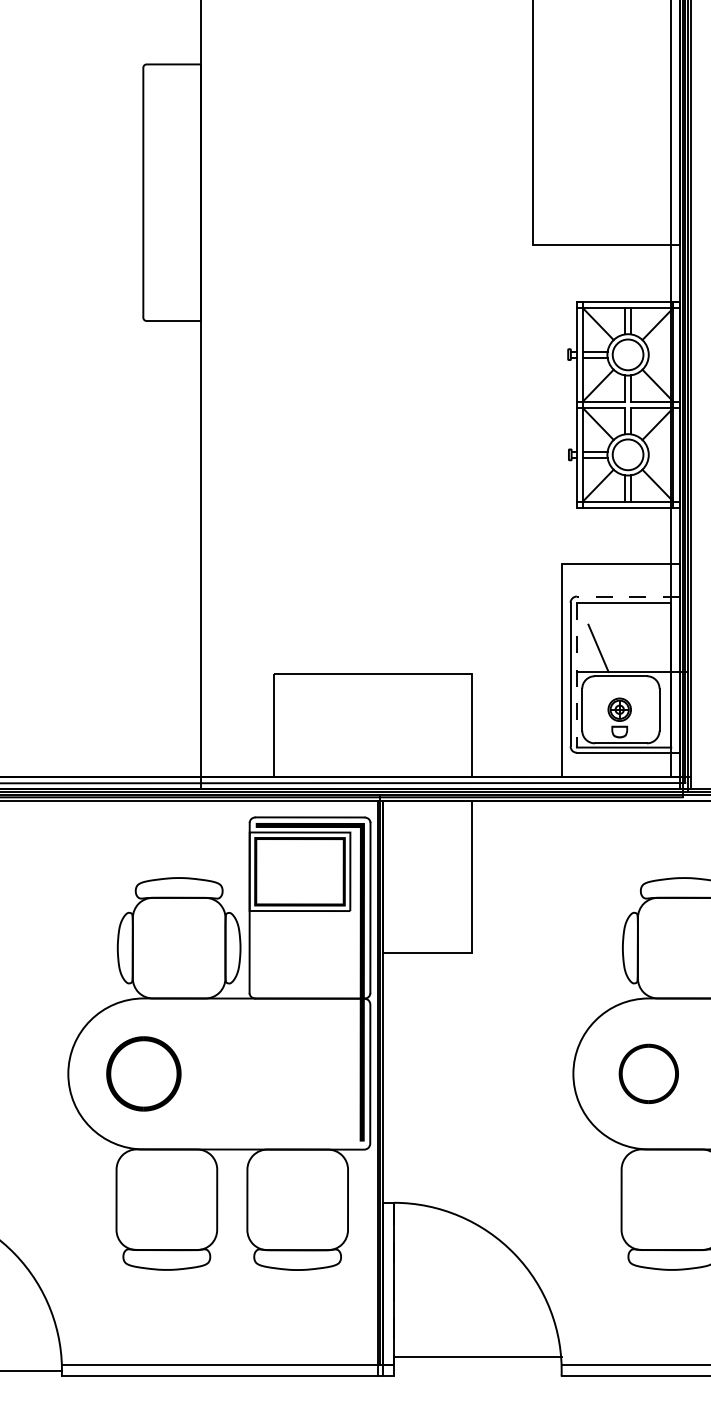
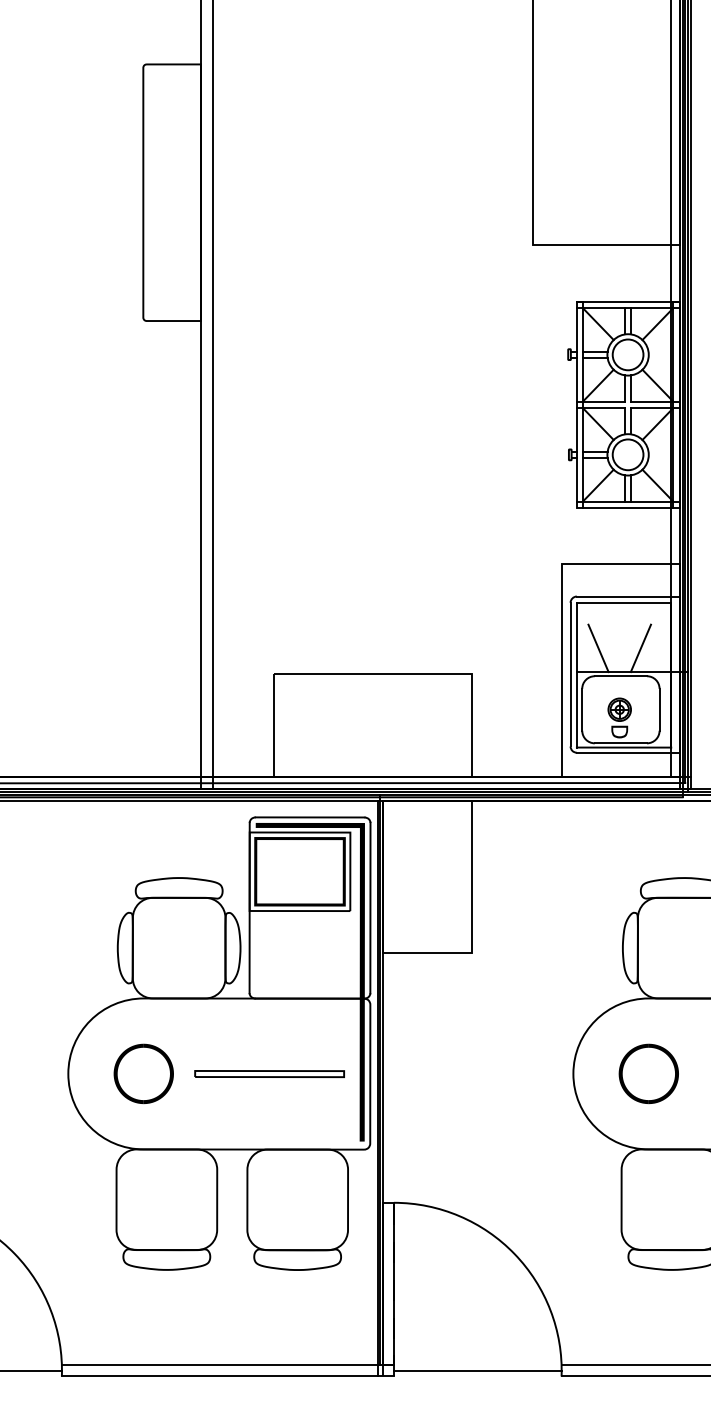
line at (212, 395): none -> present
line at (627, 596): dashed -> solid
line at (640, 648): none -> present
line at (576, 675): dashed -> solid
part at (143, 1073) size: 76x76 px -> 61x62 px
part at (269, 1073): none -> present
line at (477, 1356) position: (477, 1356) -> (477, 1370)
